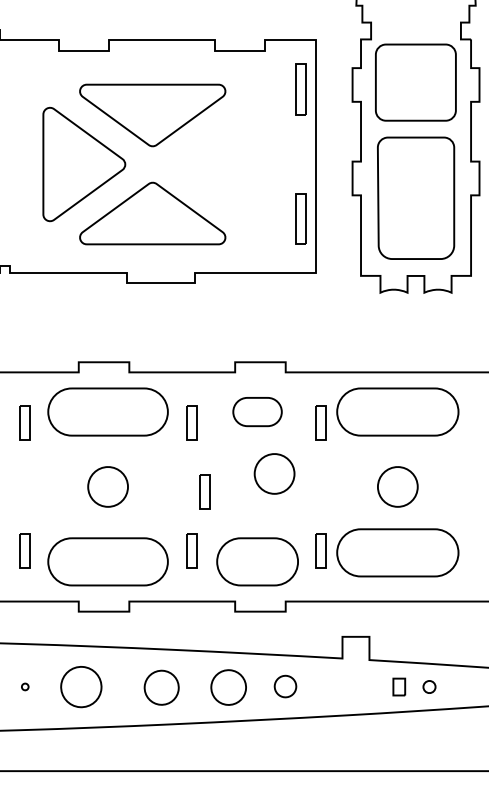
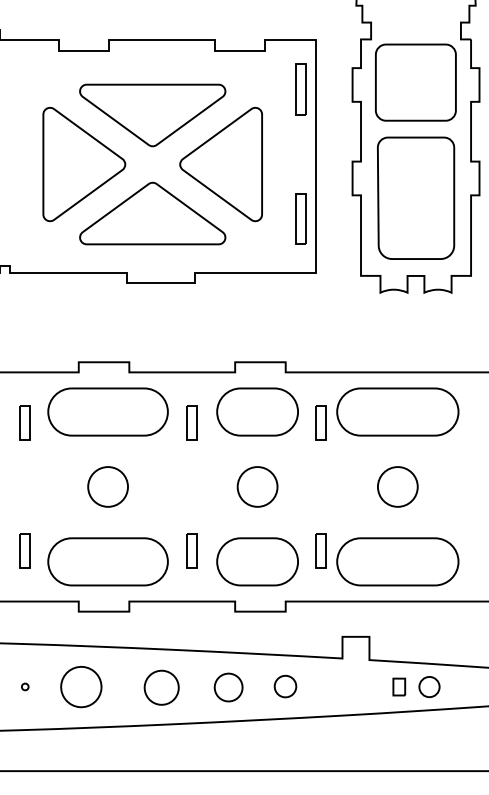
part at (220, 164): none -> present
part at (257, 412) size: 51x31 px -> 83x50 px
part at (274, 473) position: (274, 473) -> (257, 486)
part at (204, 491): present -> none
part at (397, 552) position: (397, 552) -> (397, 561)
part at (429, 686) size: 15x14 px -> 23x22 px
part at (228, 687) size: 37x37 px -> 31x31 px
